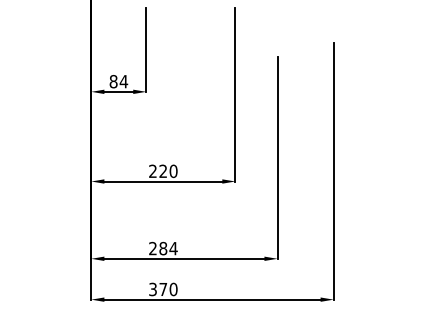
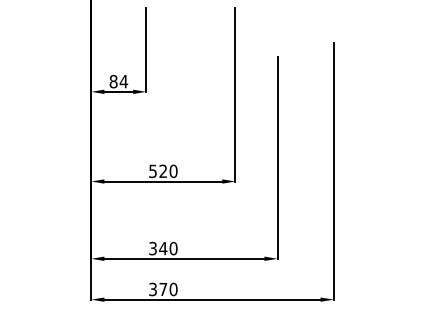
text at (152, 171): 220 -> 520
text at (163, 248): 284 -> 340
